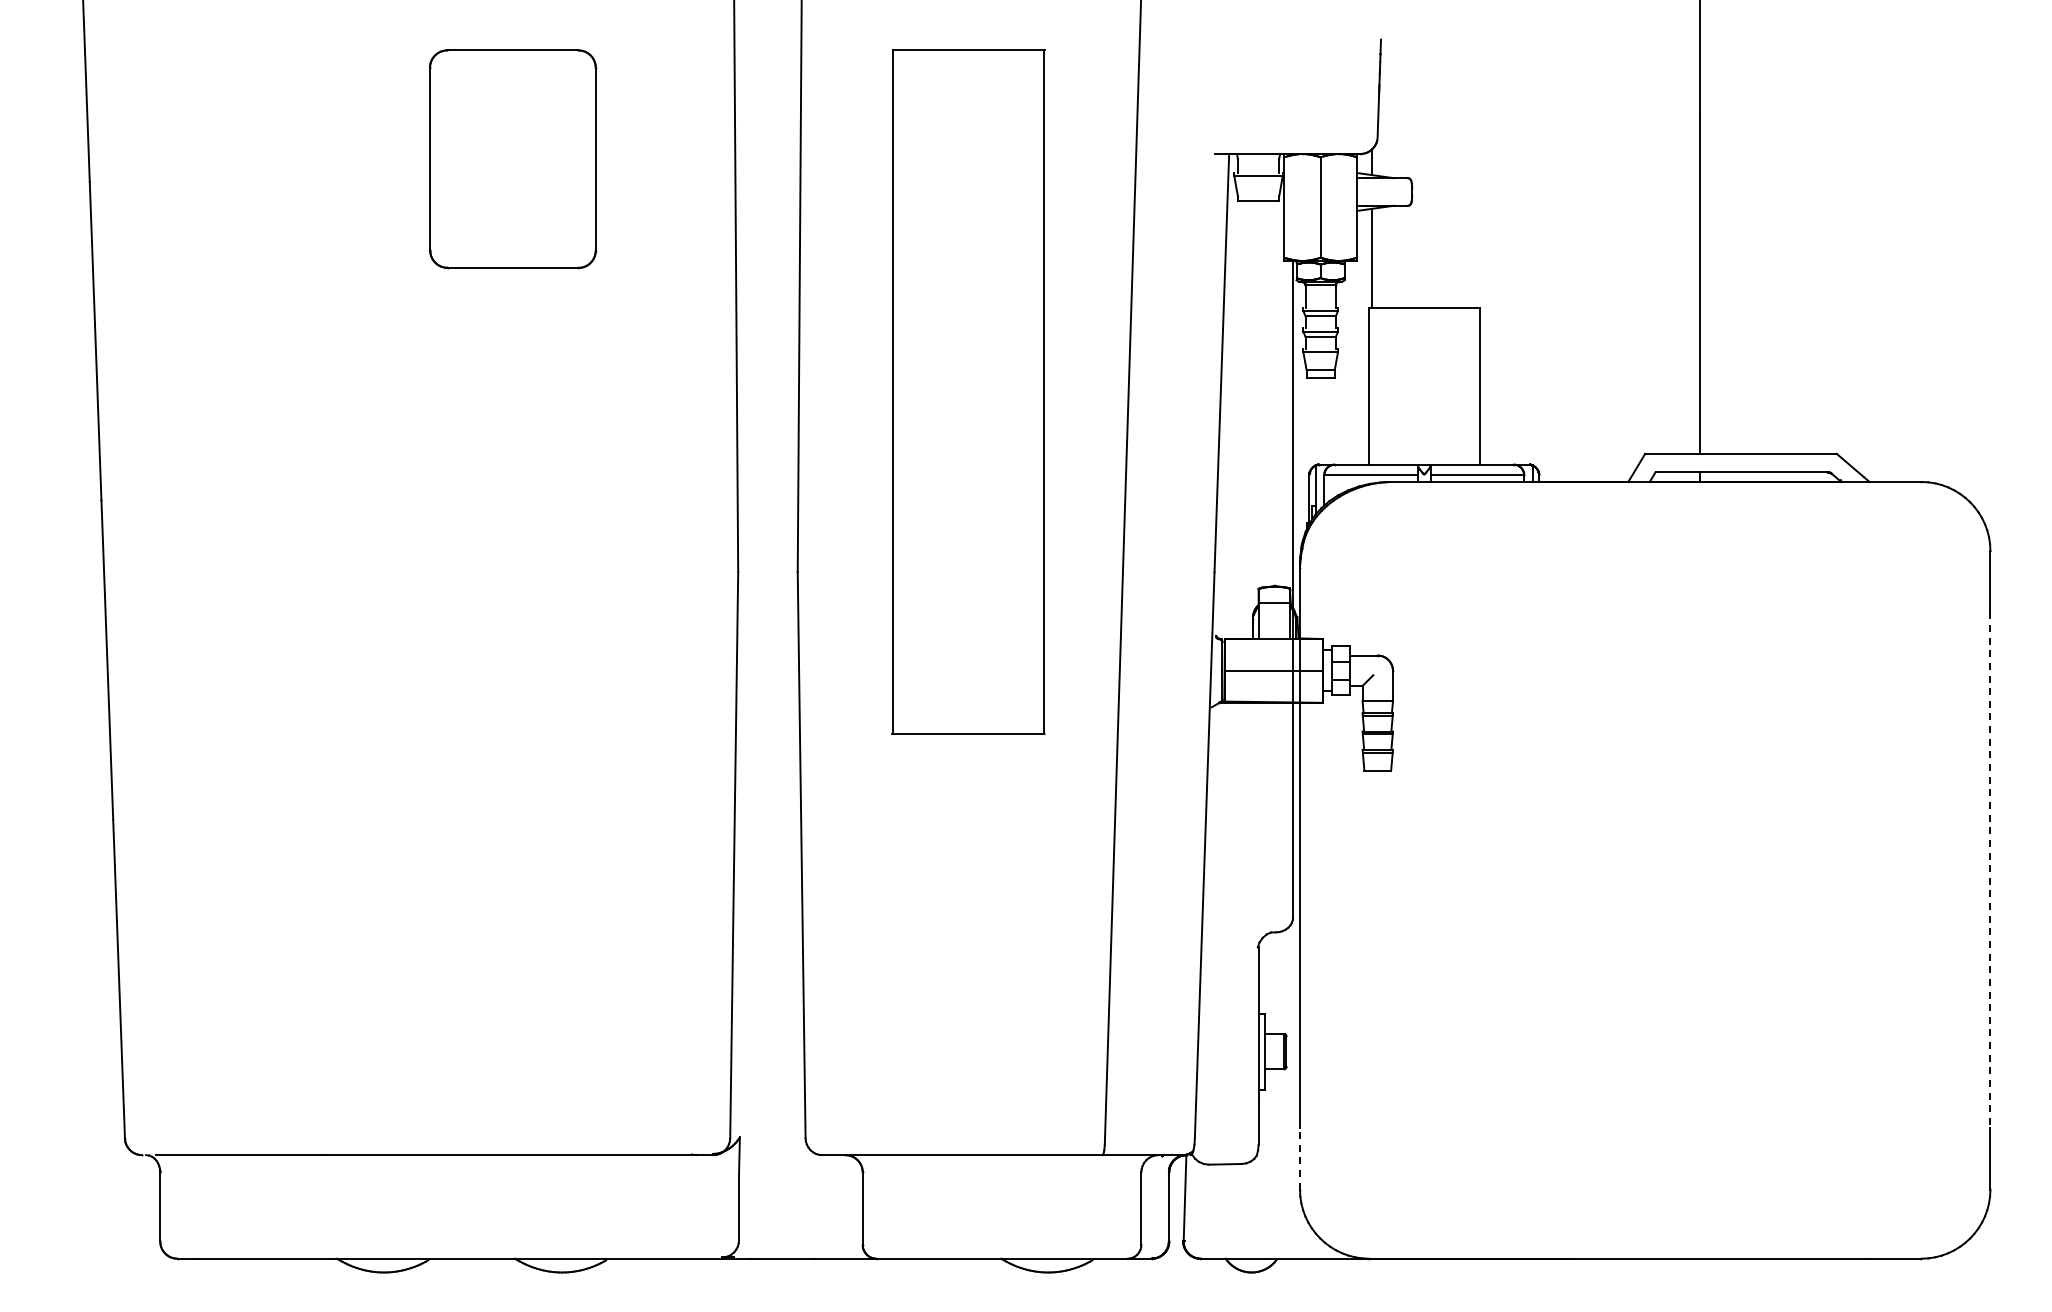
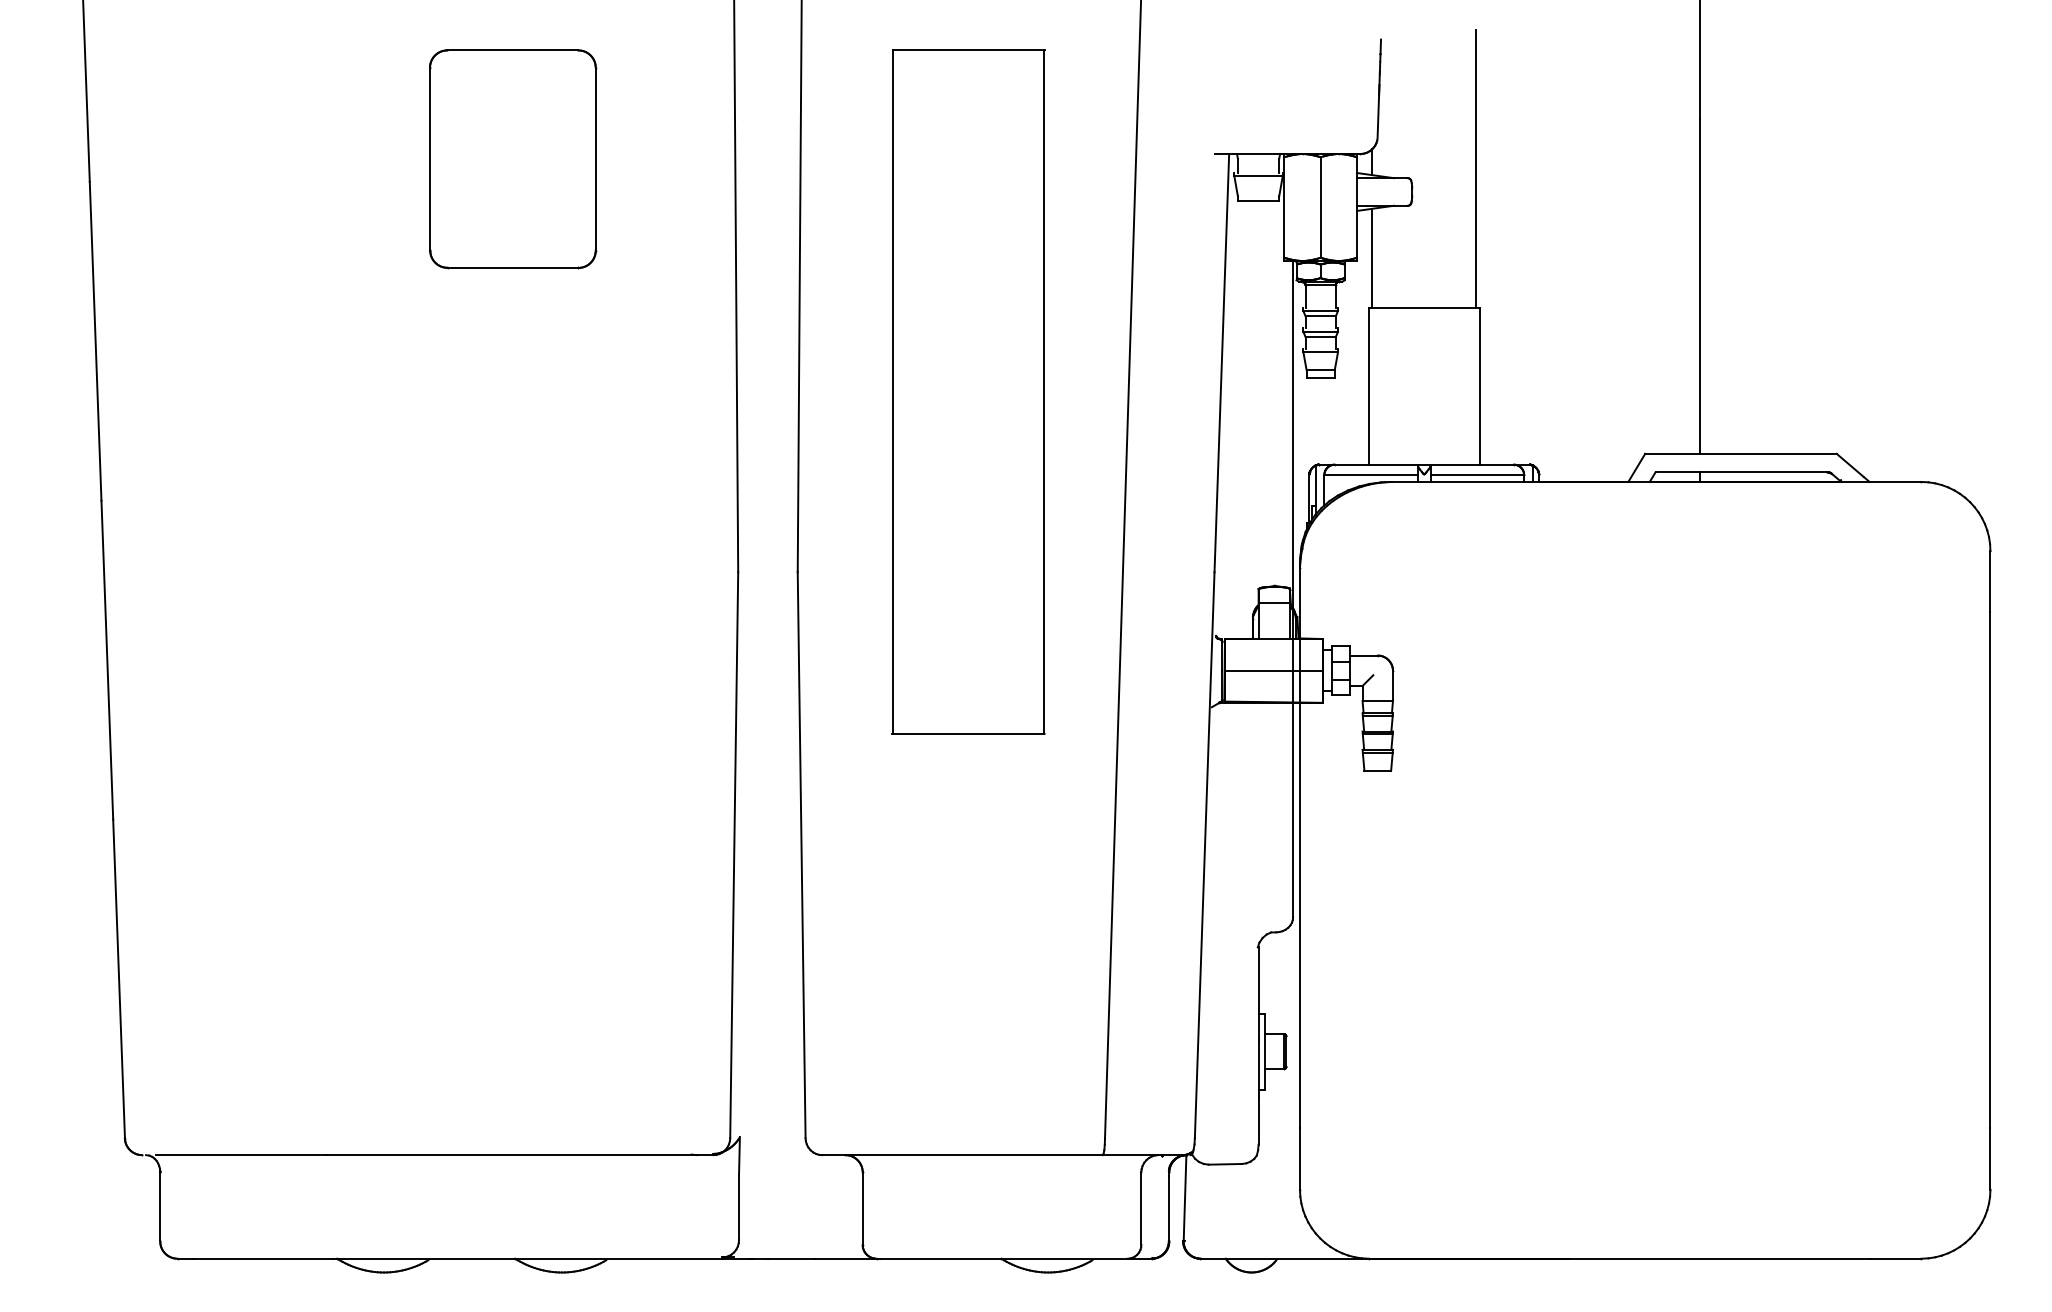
line at (1476, 168): none -> present
line at (1990, 870): dashed -> solid
line at (1299, 1159): dashed -> solid
